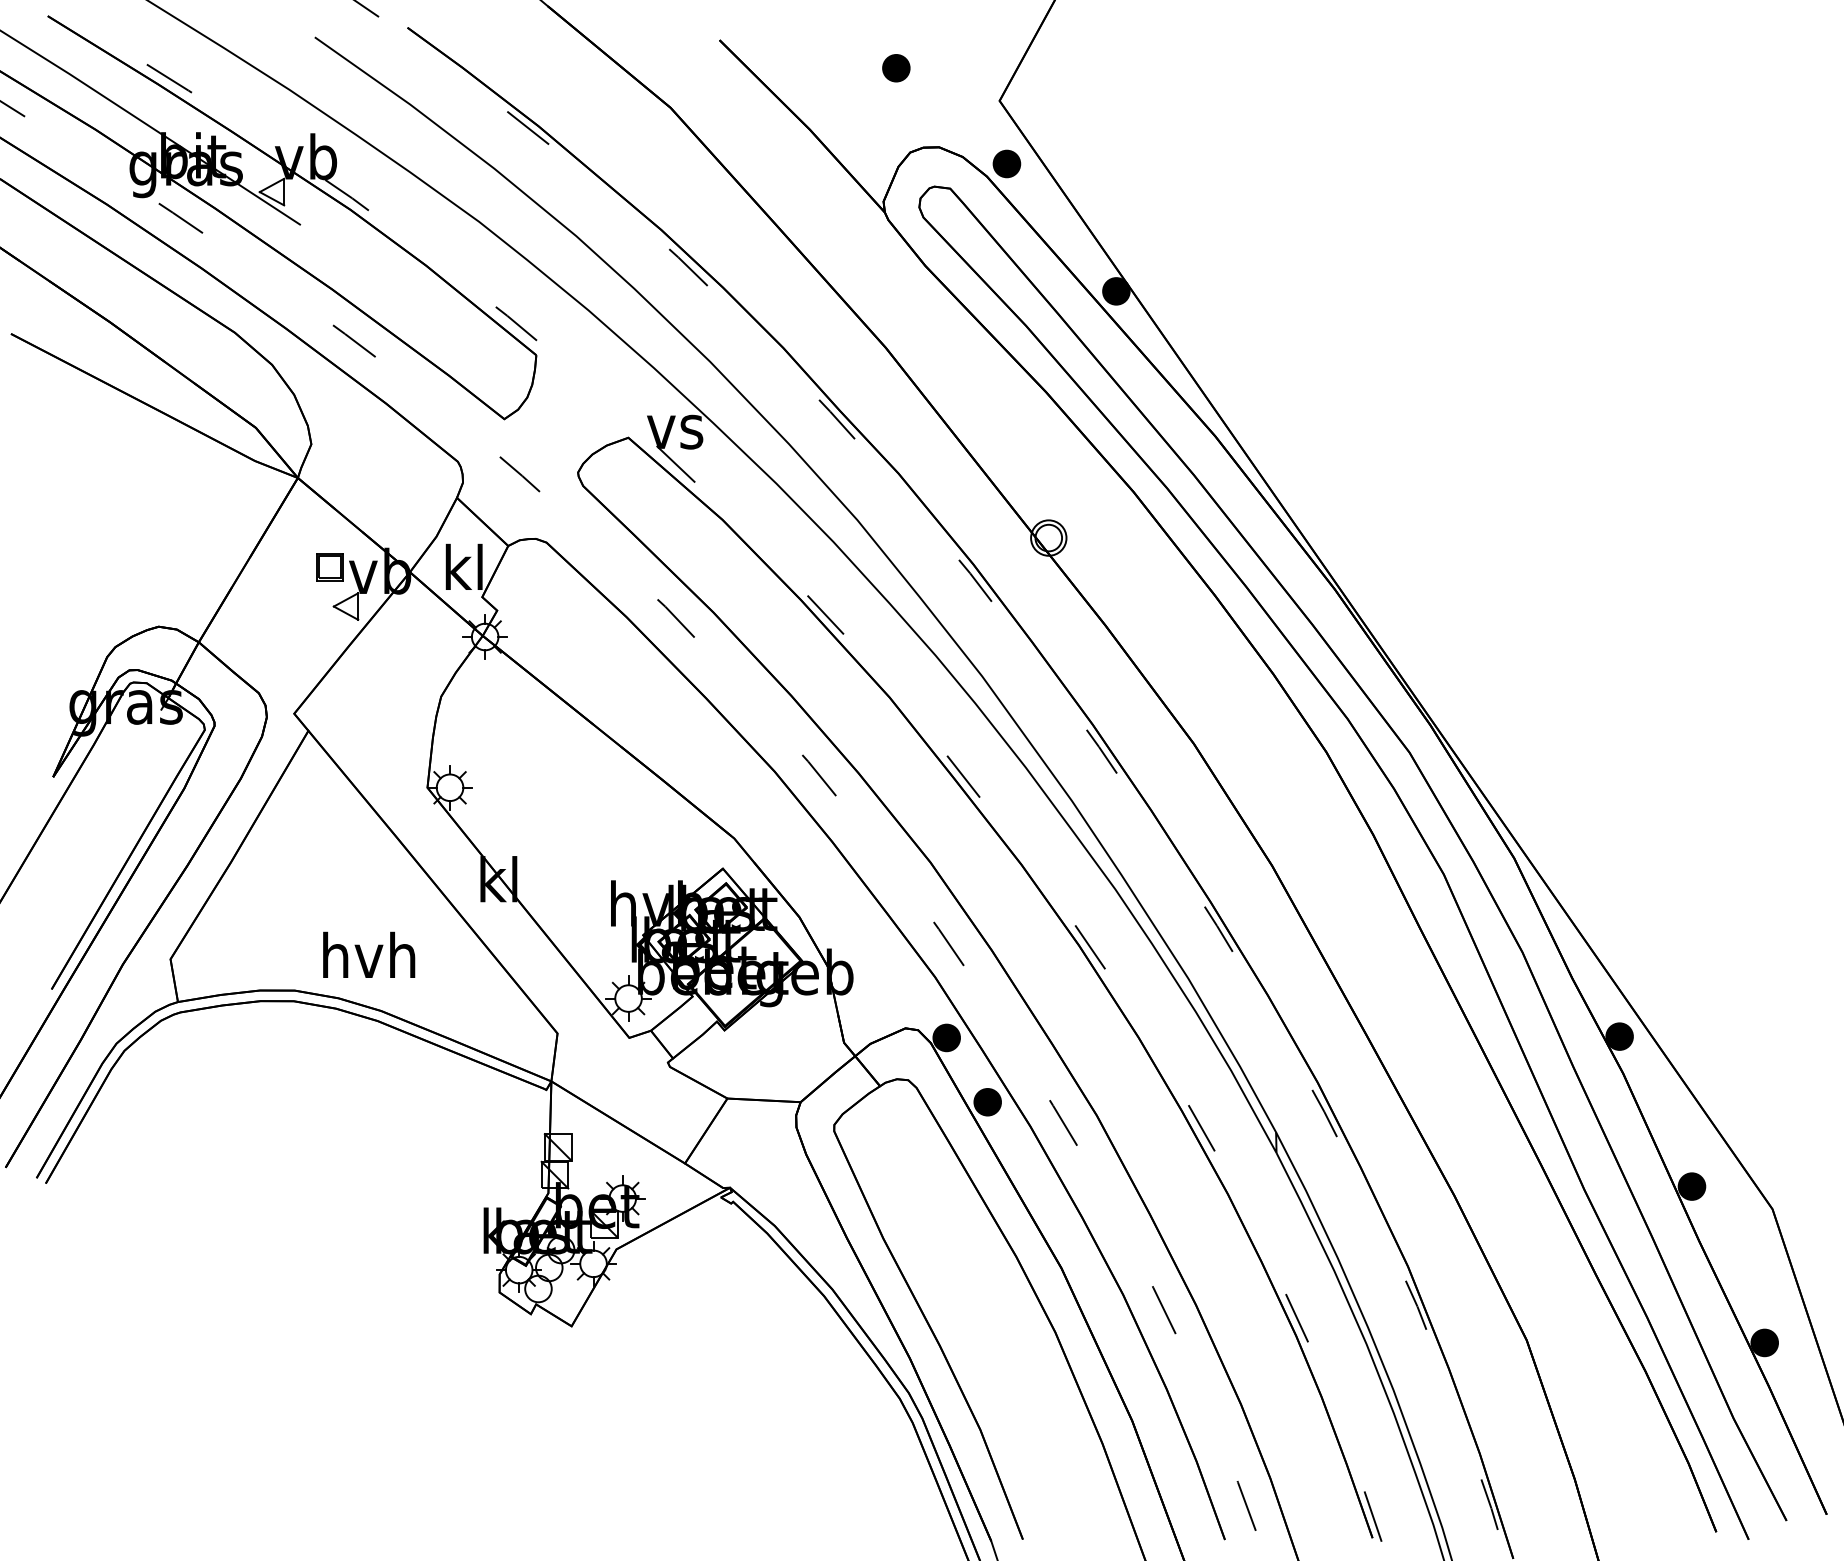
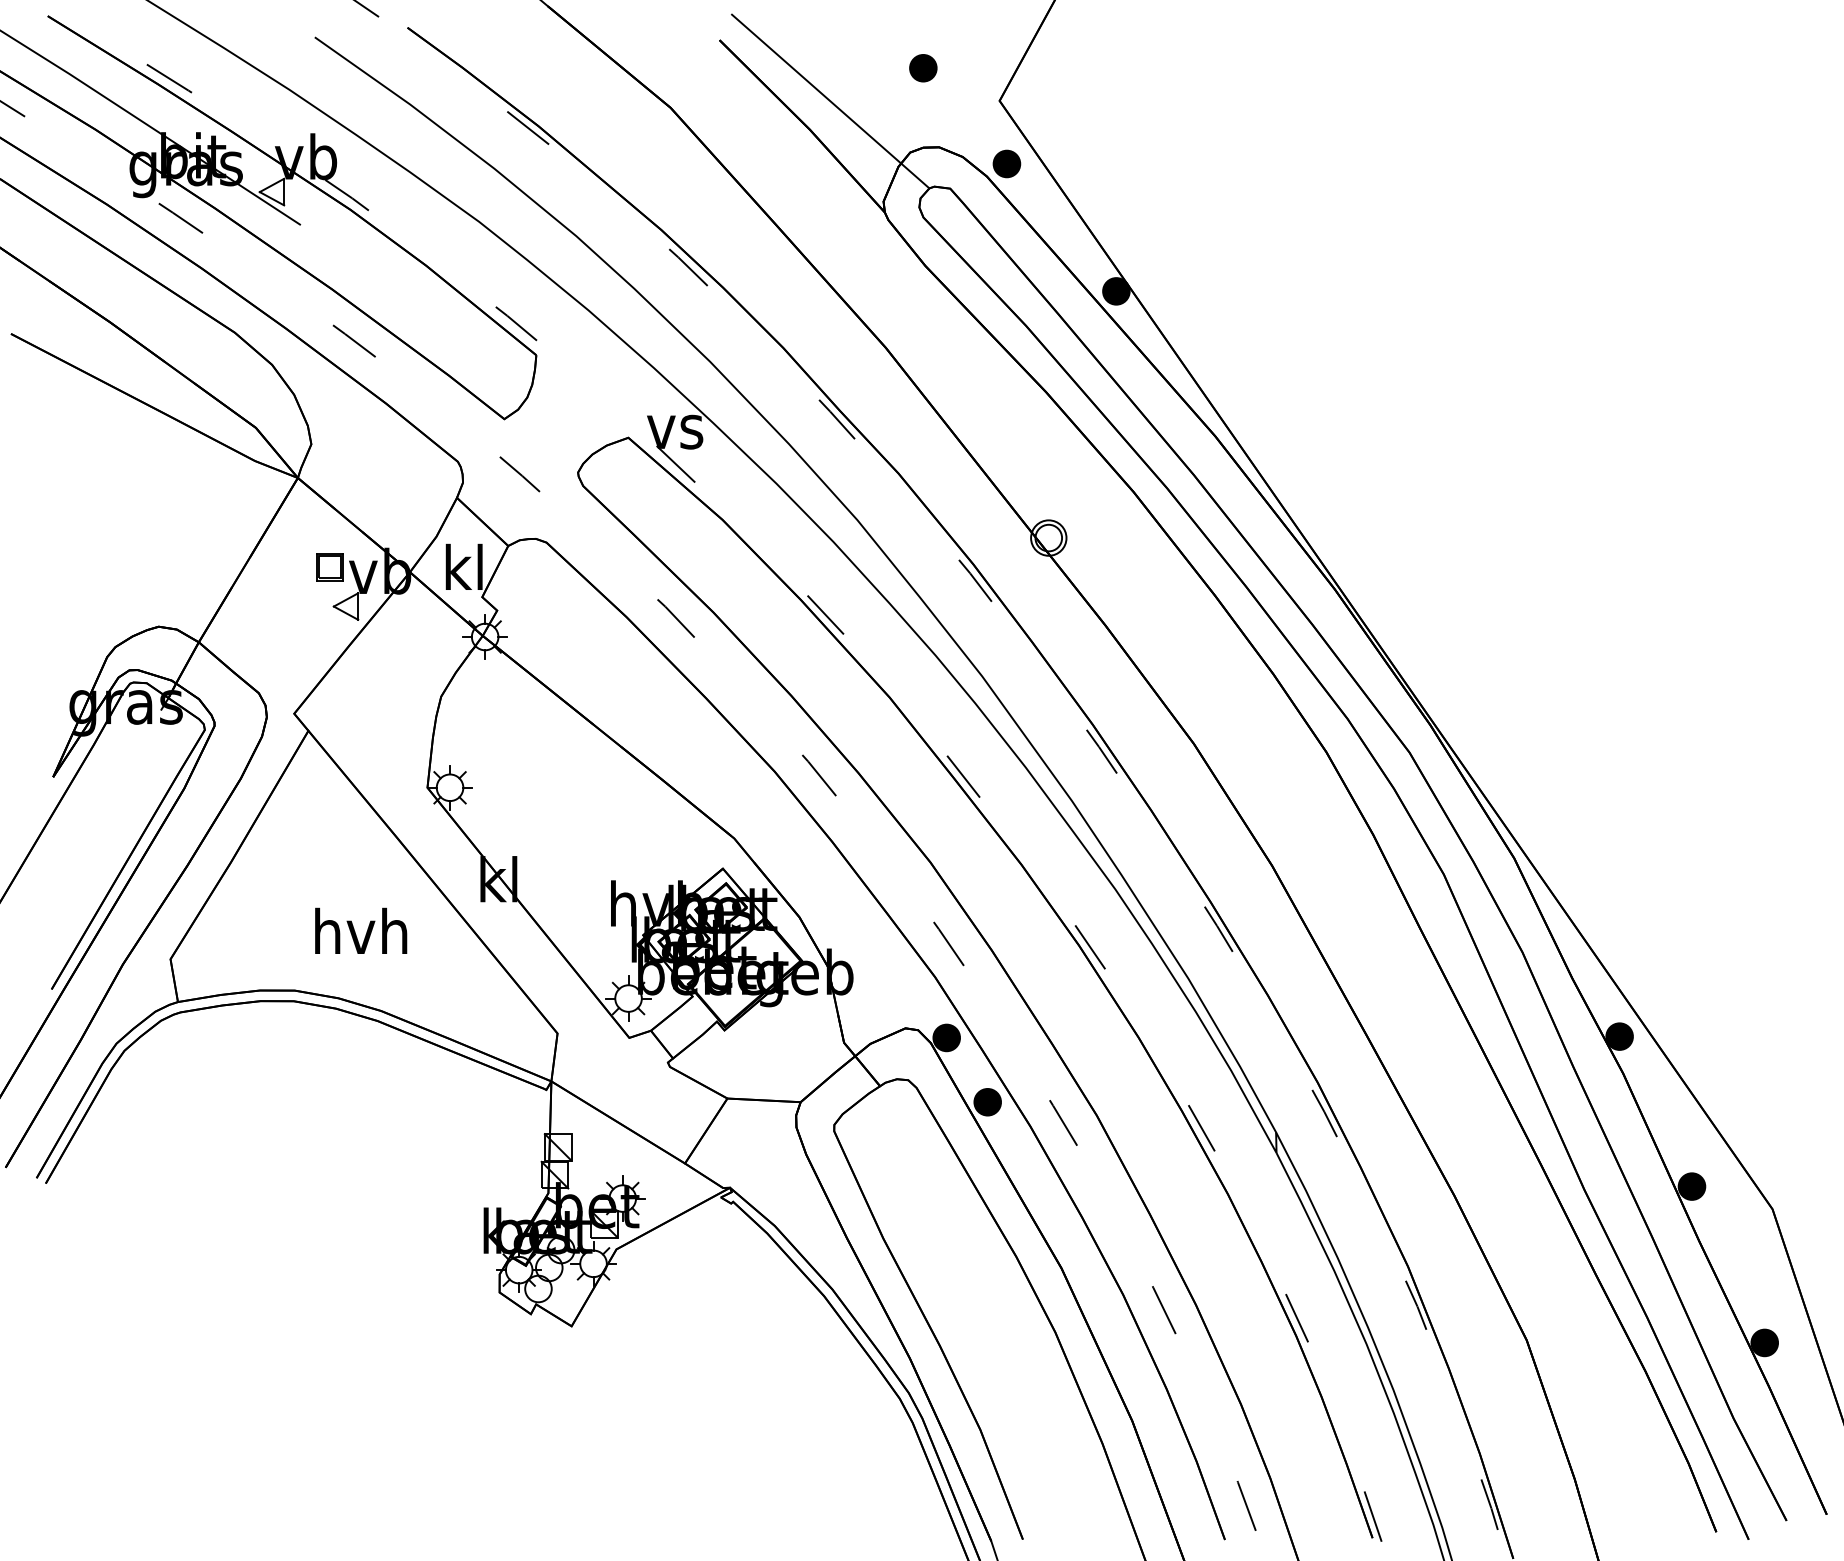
part at (896, 68) position: (896, 68) -> (923, 68)
line at (830, 101): none -> present
text at (369, 954) position: (369, 954) -> (361, 930)
